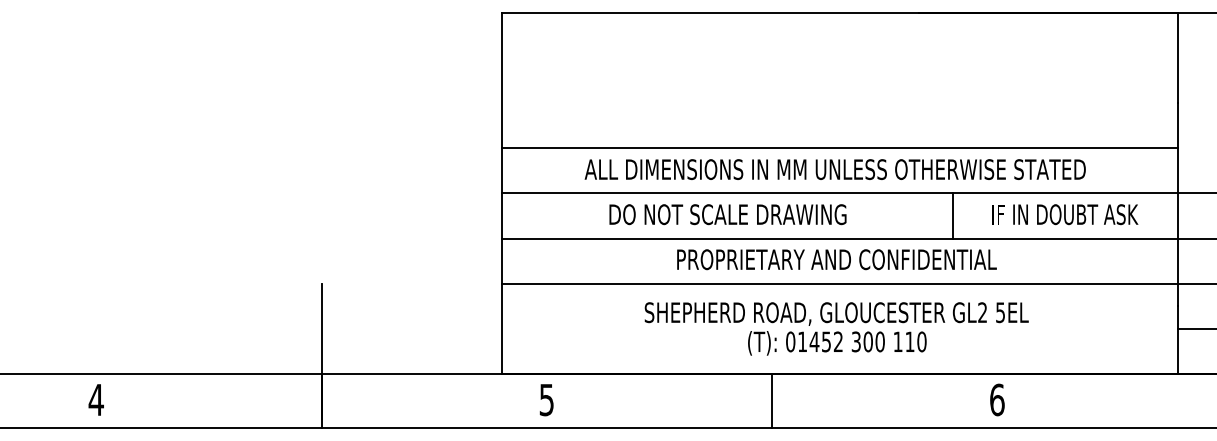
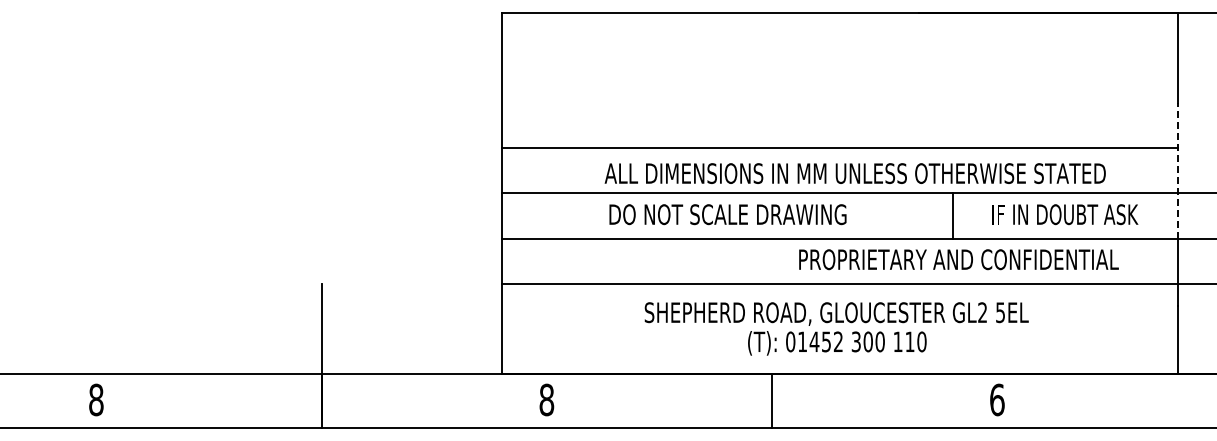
text at (834, 169) position: (834, 169) -> (854, 173)
line at (1177, 170): solid -> dashed
text at (836, 259) position: (836, 259) -> (958, 259)
line at (1195, 328): present -> none
text at (95, 399): 4 -> 8
text at (546, 399): 5 -> 8
